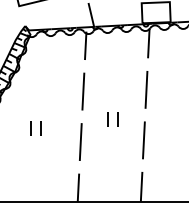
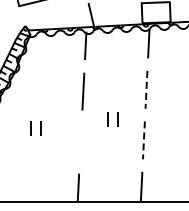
line at (146, 89): solid -> dashed
line at (143, 140): solid -> dashed
line at (80, 141): present -> none
